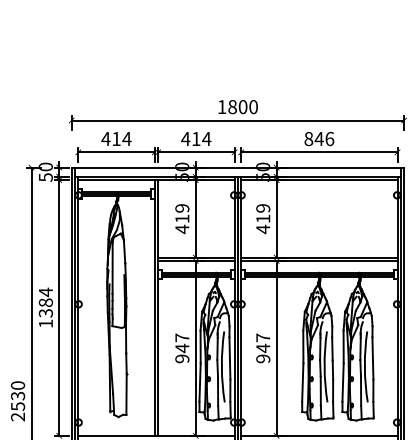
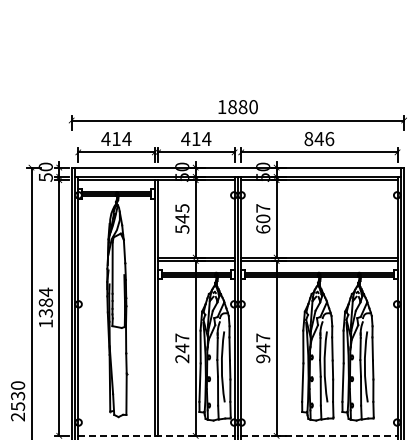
text at (242, 106): 1800 -> 1880
text at (182, 219): 419 -> 545
text at (263, 219): 419 -> 607
text at (182, 358): 947 -> 247
line at (156, 435): solid -> dashed
line at (319, 435): solid -> dashed
